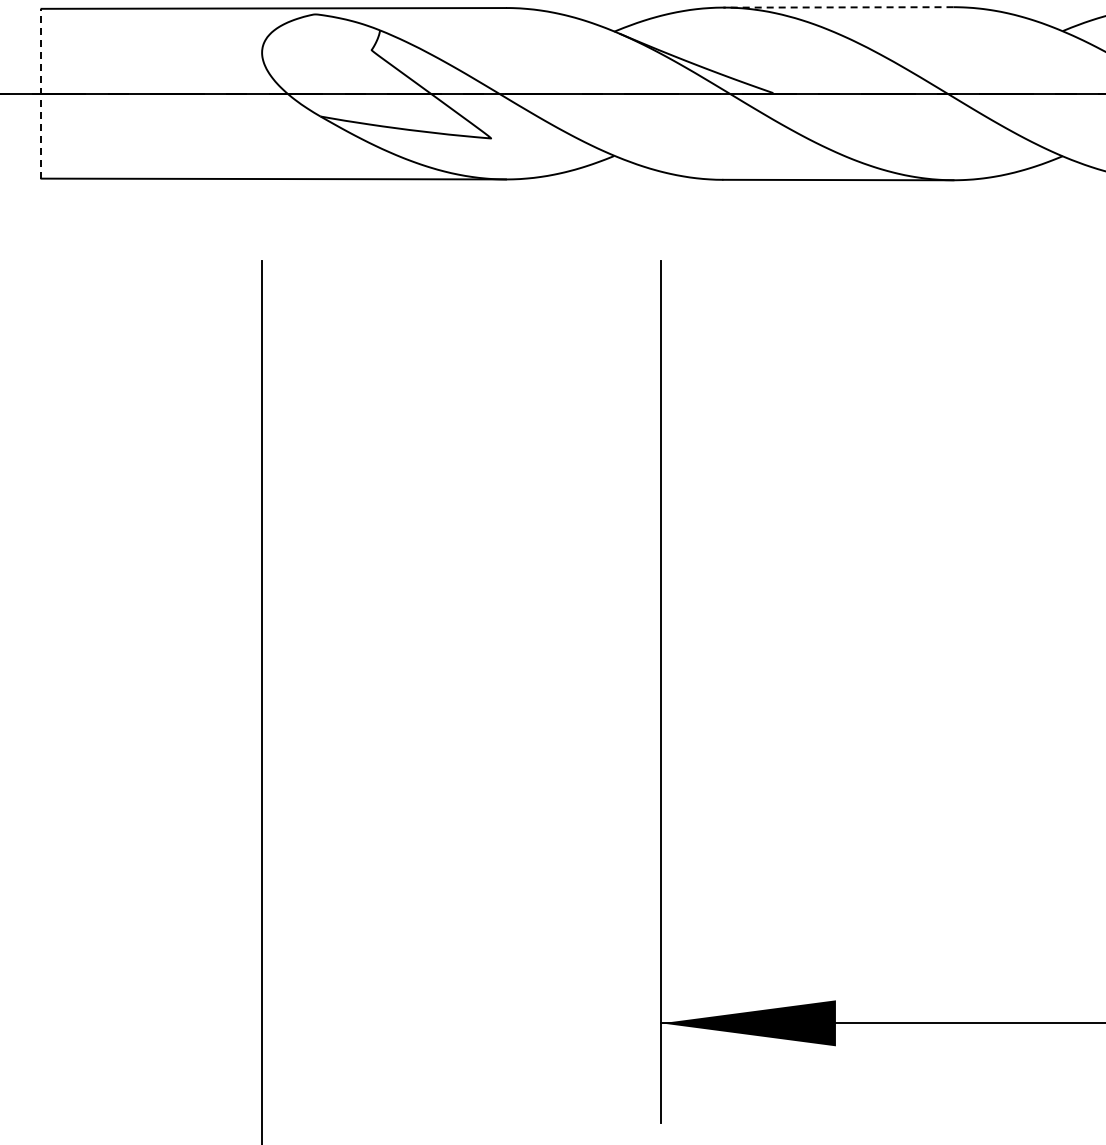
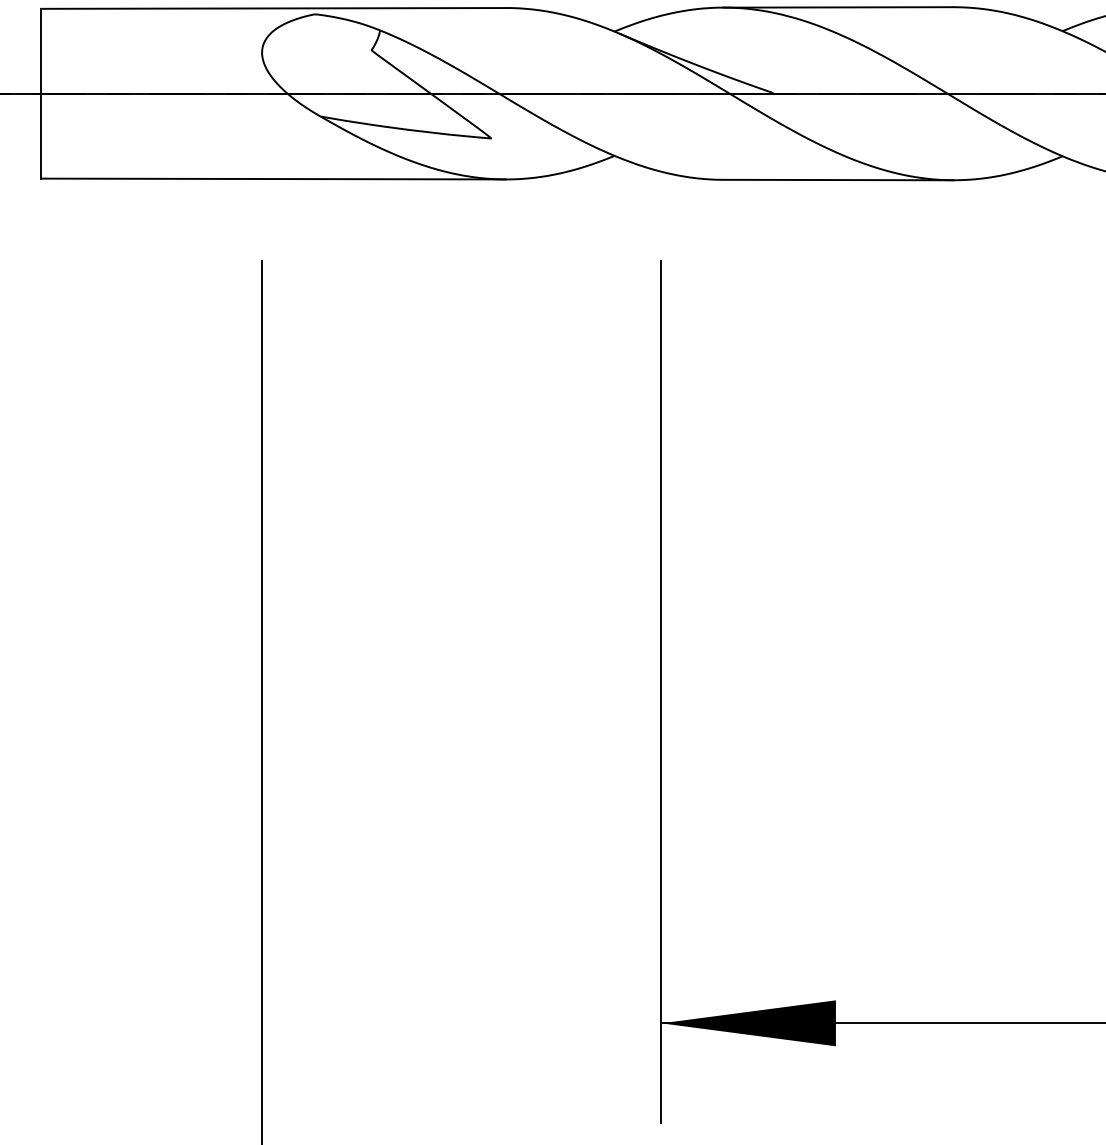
line at (837, 7): dashed -> solid
line at (41, 93): dashed -> solid
